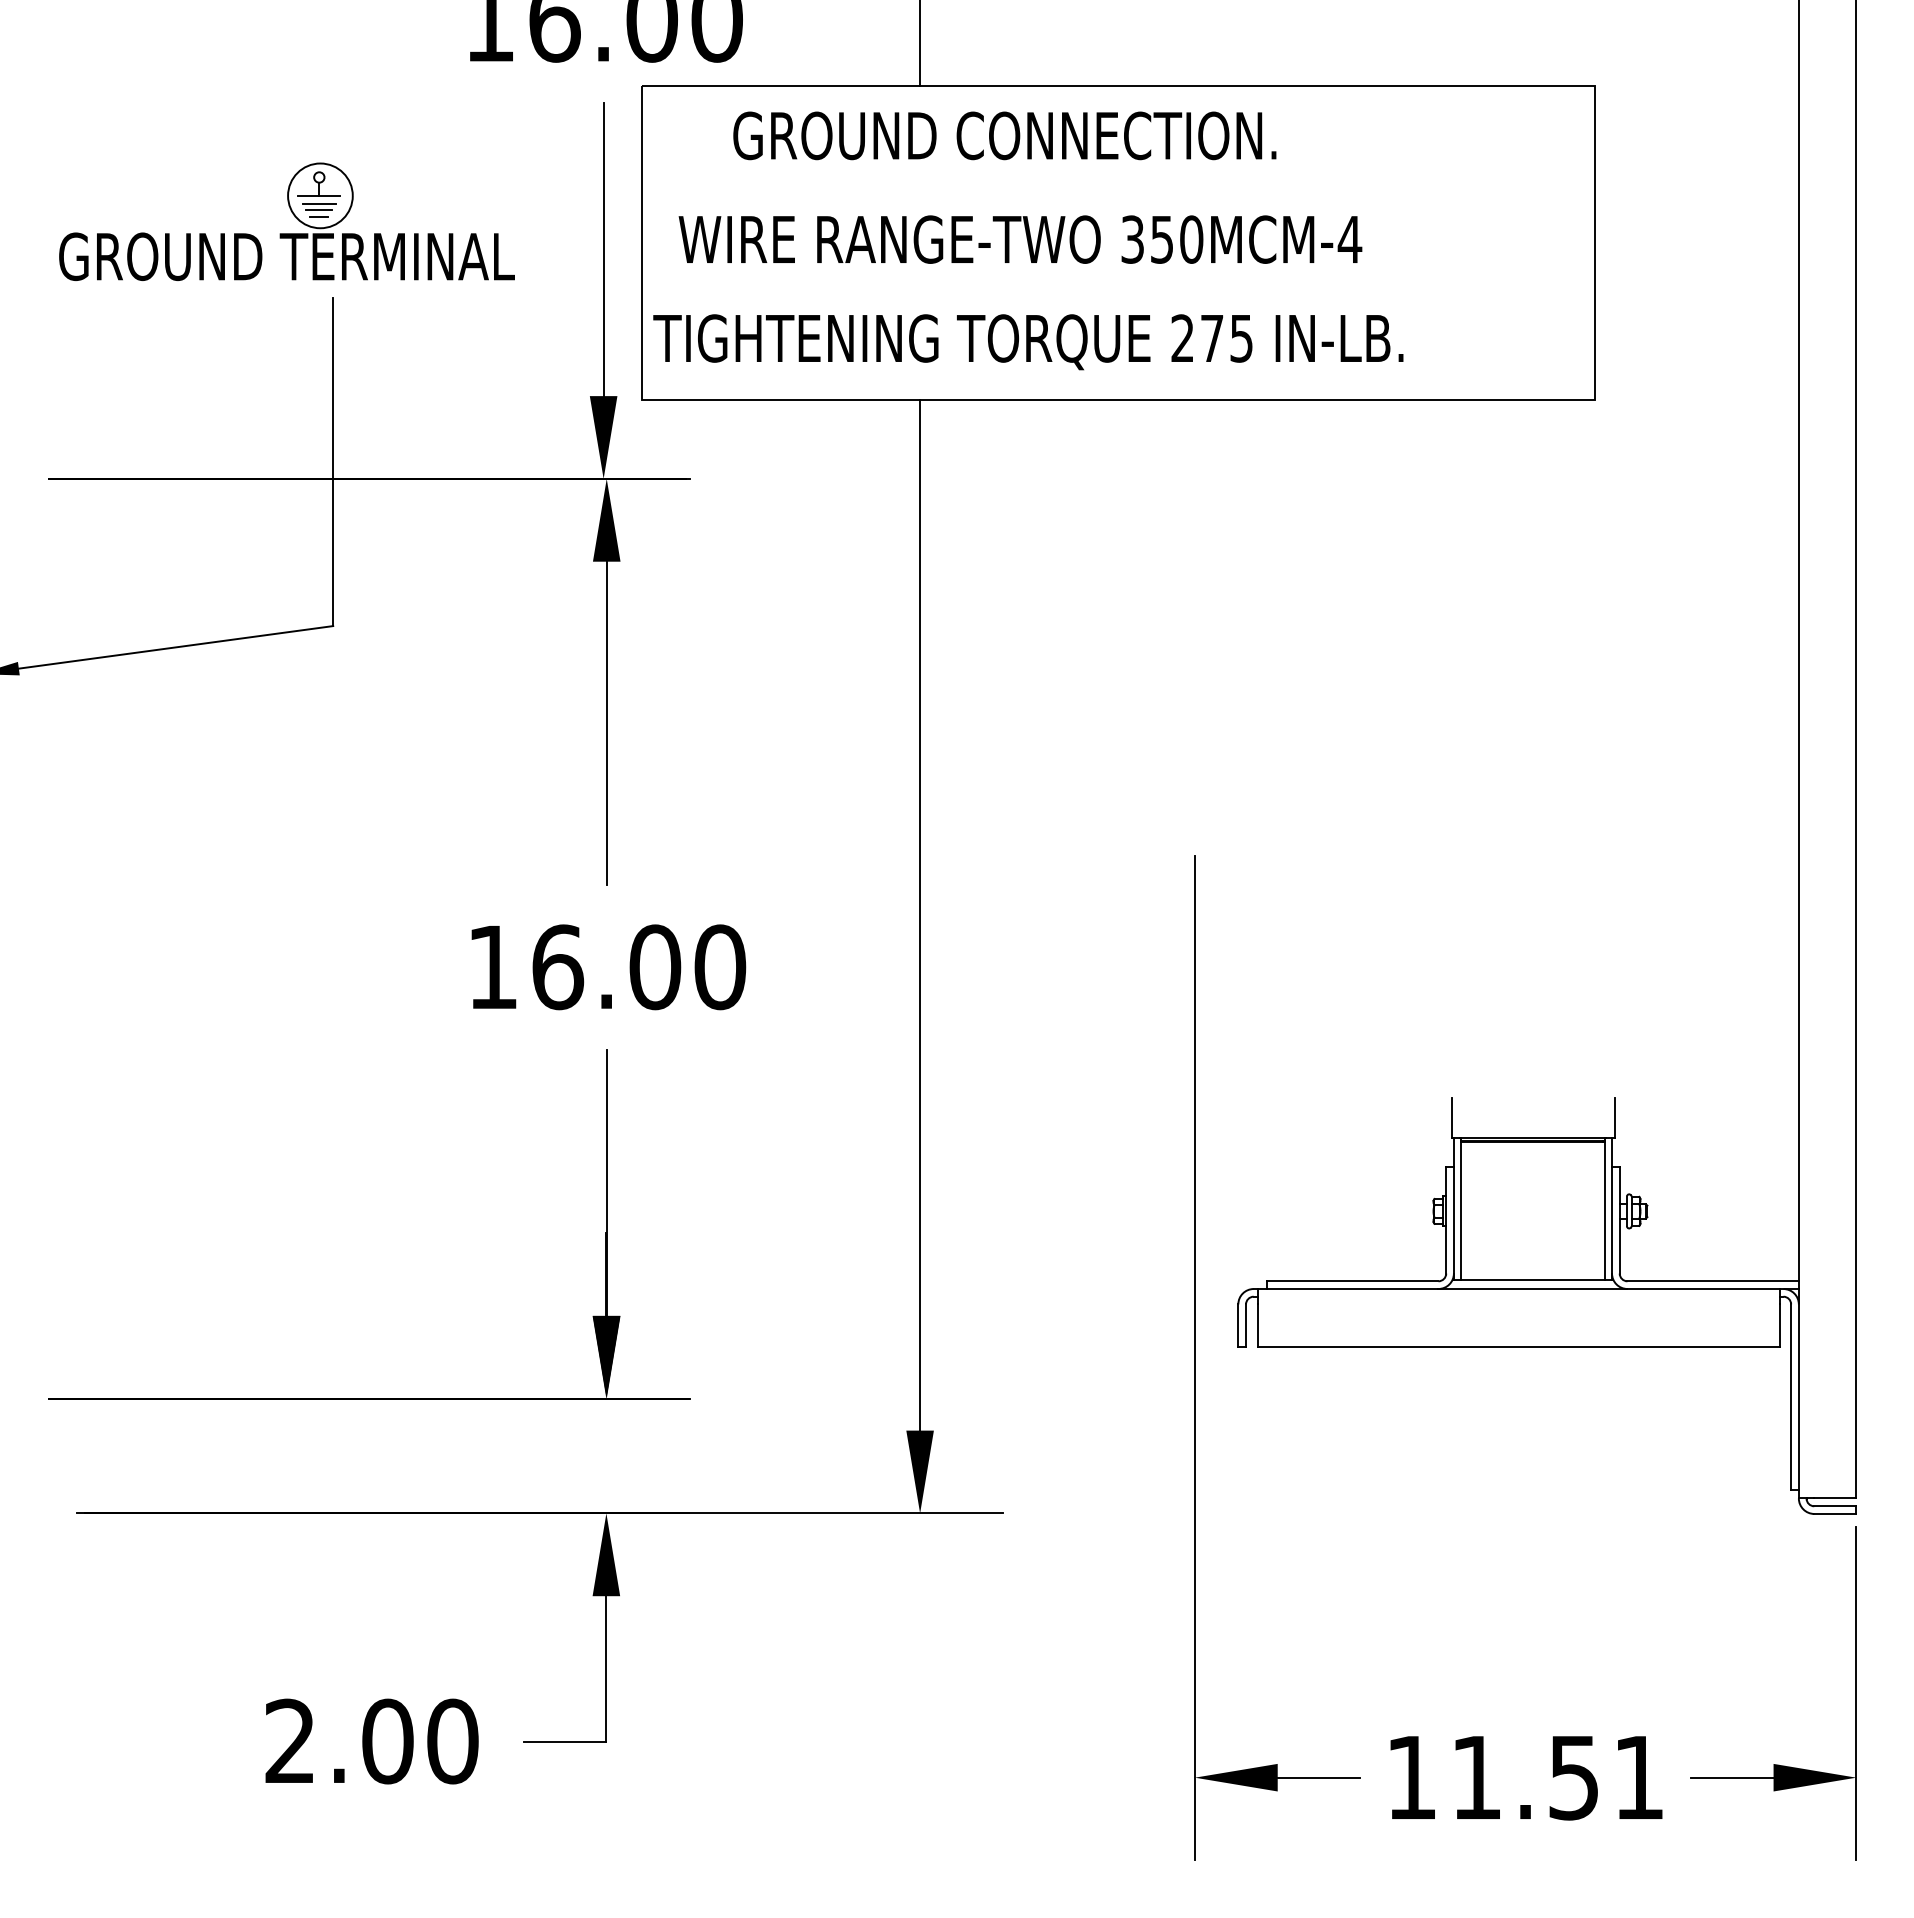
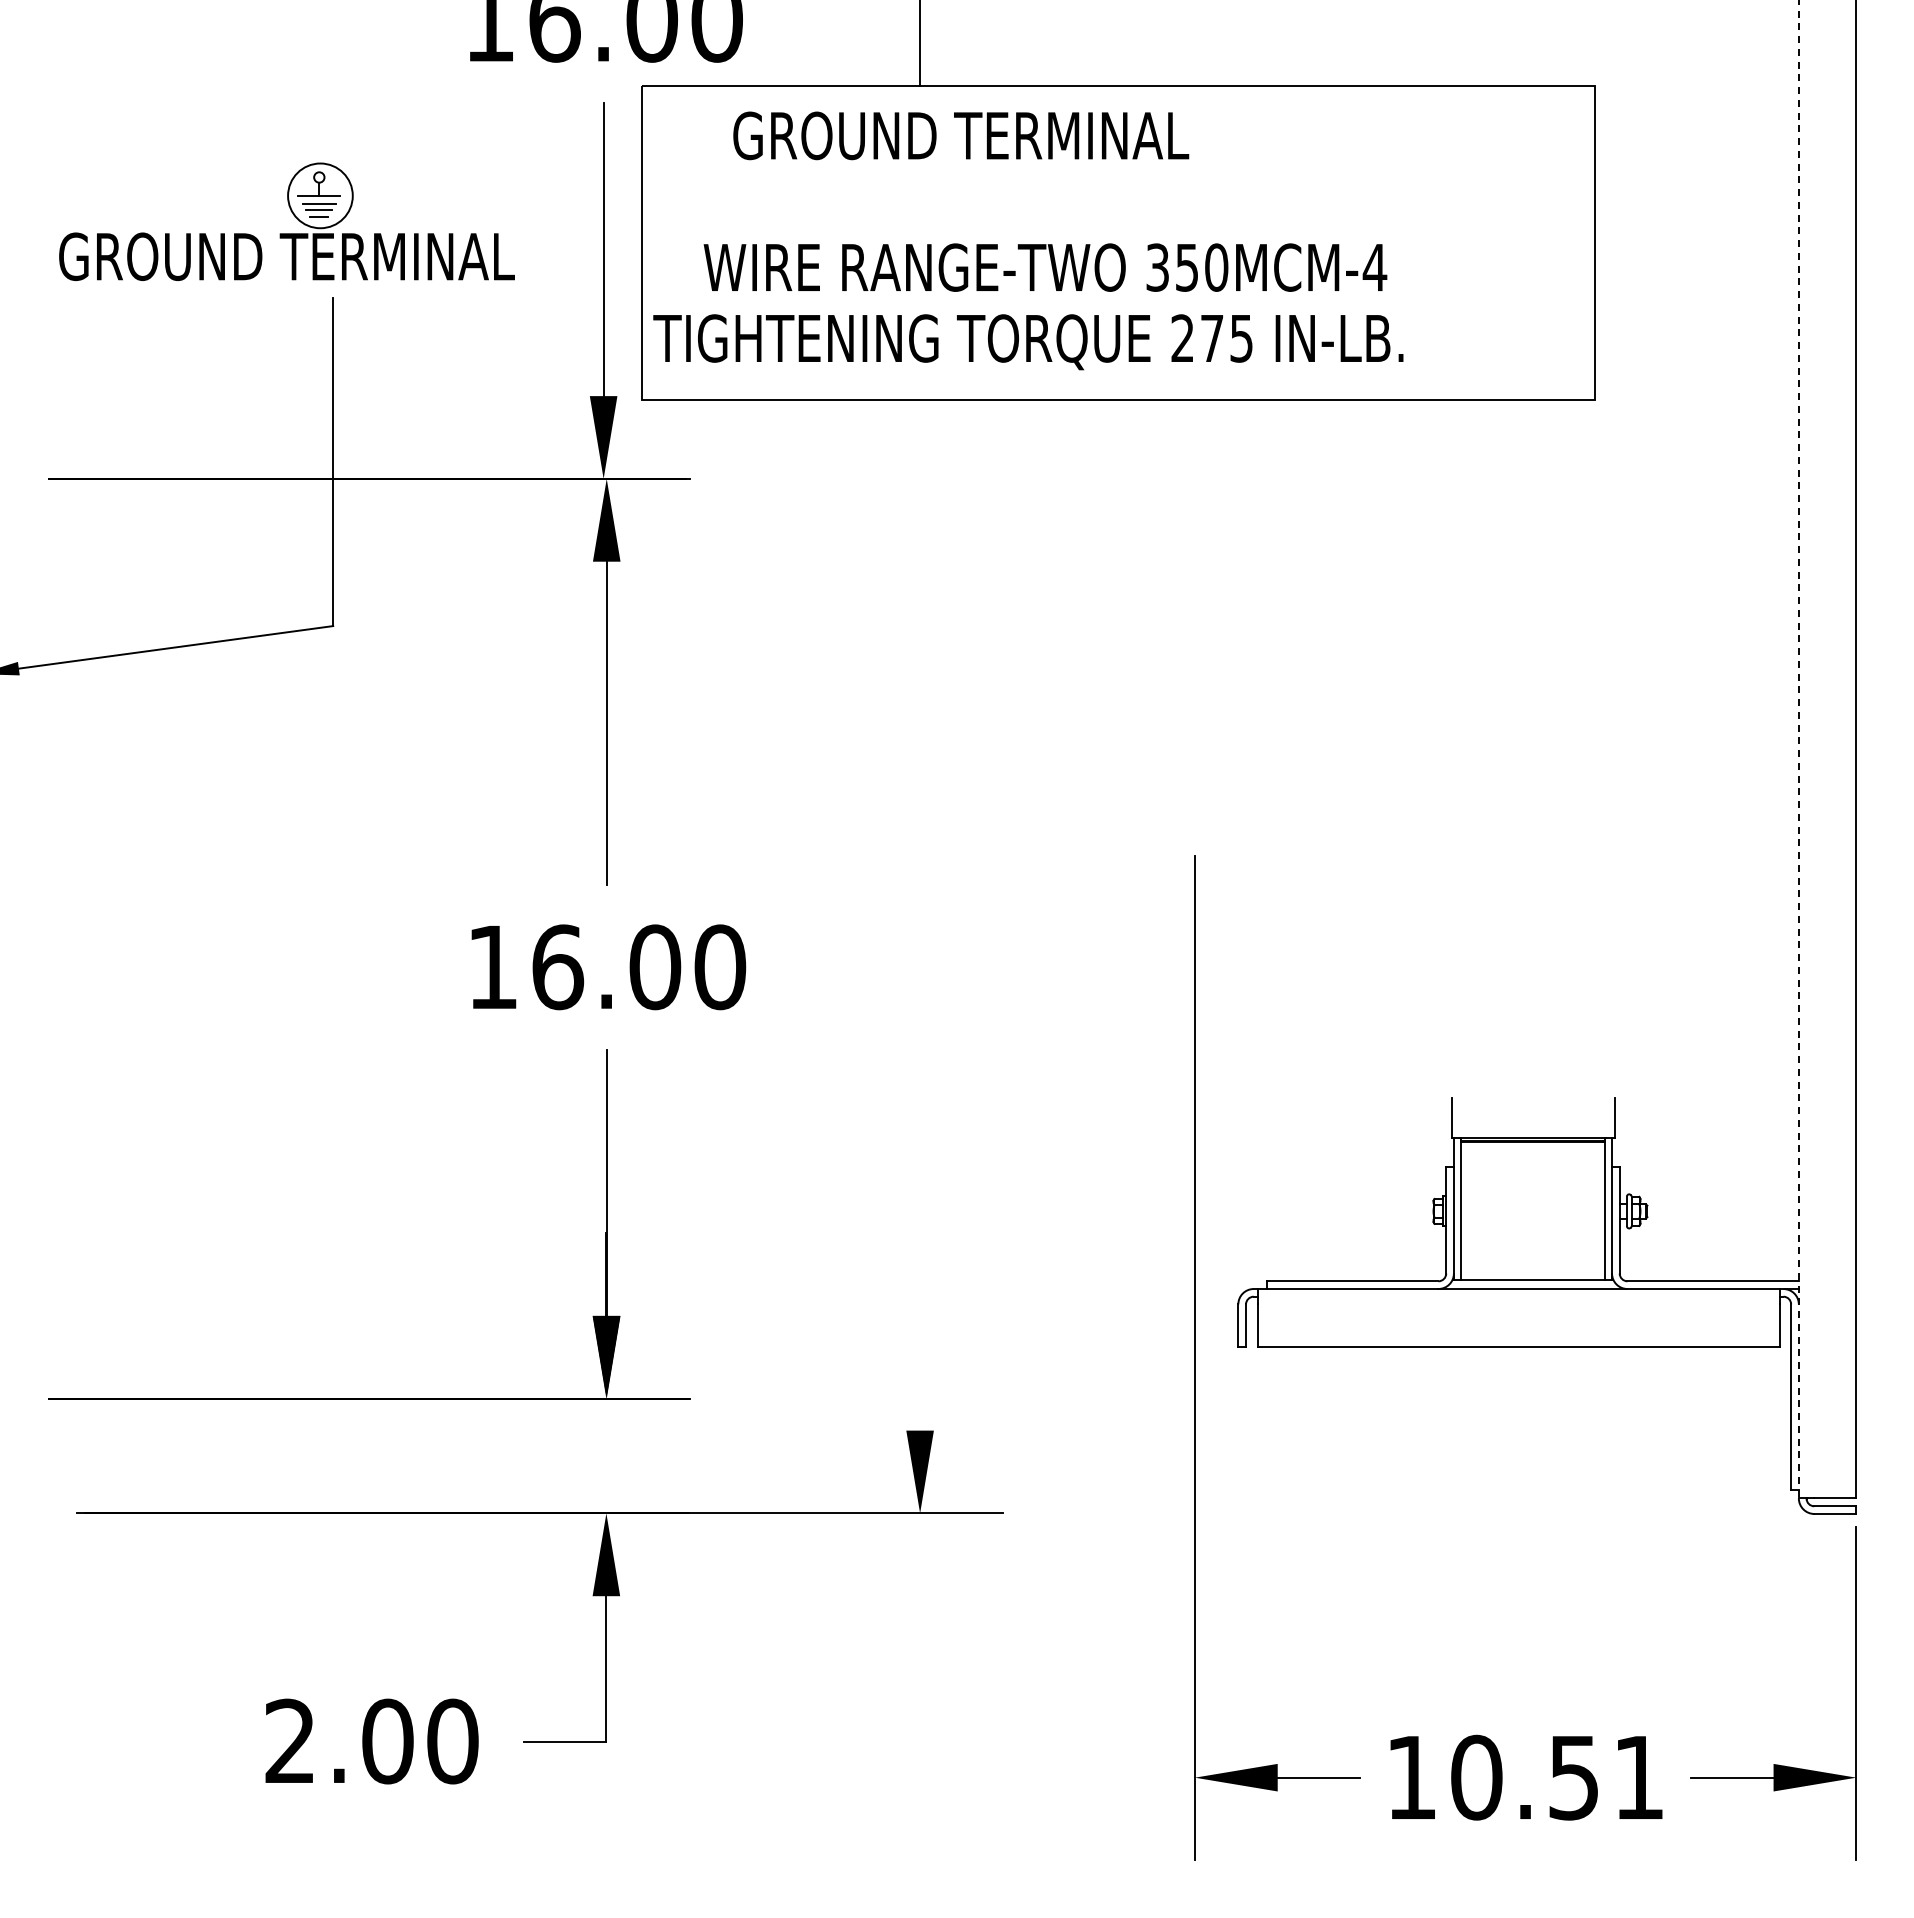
text at (1115, 135): GROUND CONNECTION. -> GROUND TERMINAL
text at (1020, 239) position: (1020, 239) -> (1045, 267)
line at (1798, 749): solid -> dashed
line at (920, 915): present -> none
text at (1476, 1777): 11.51 -> 10.51
